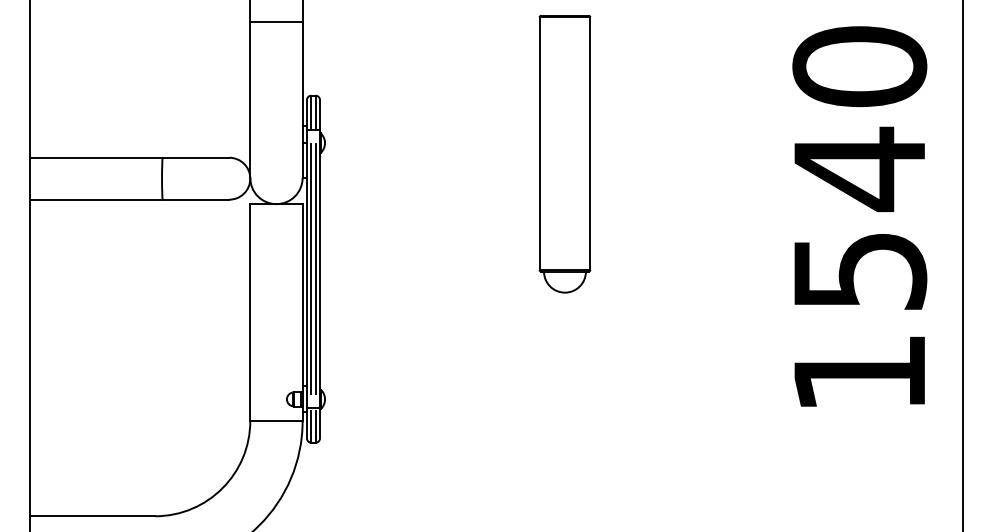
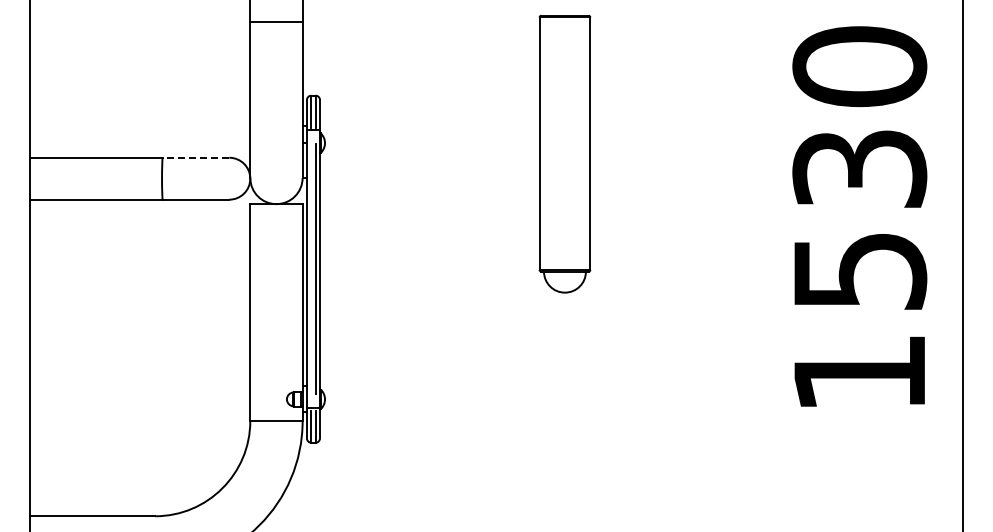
line at (195, 157): solid -> dashed
text at (859, 169): 1540 -> 1530
line at (311, 269): present -> none
